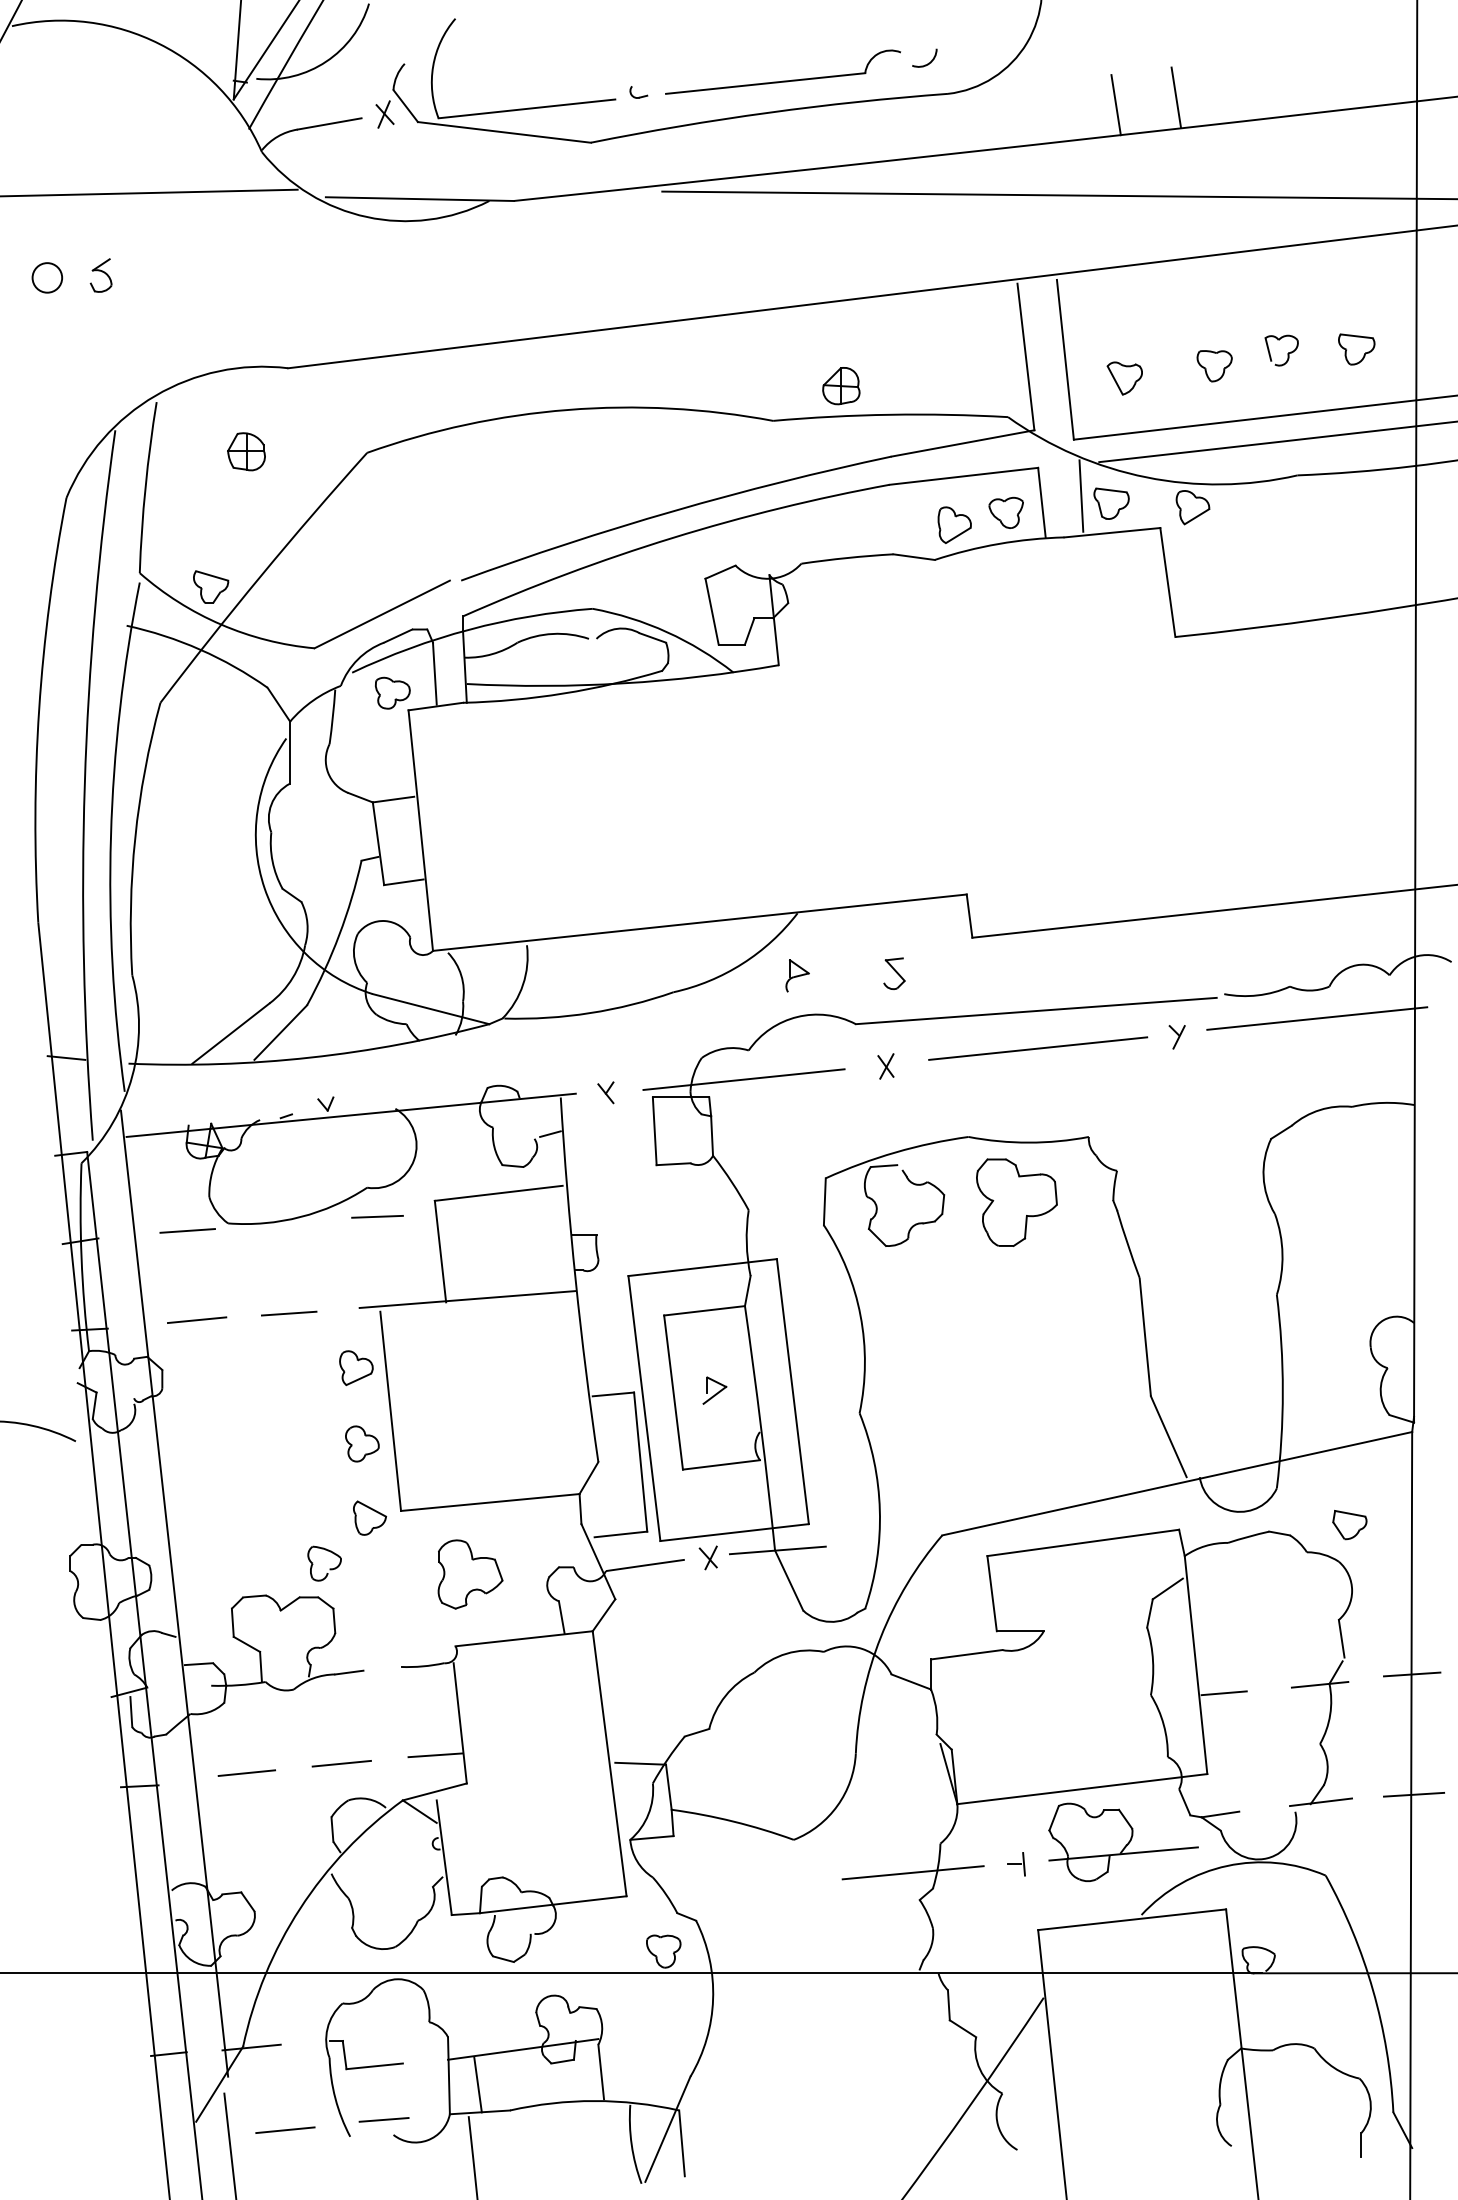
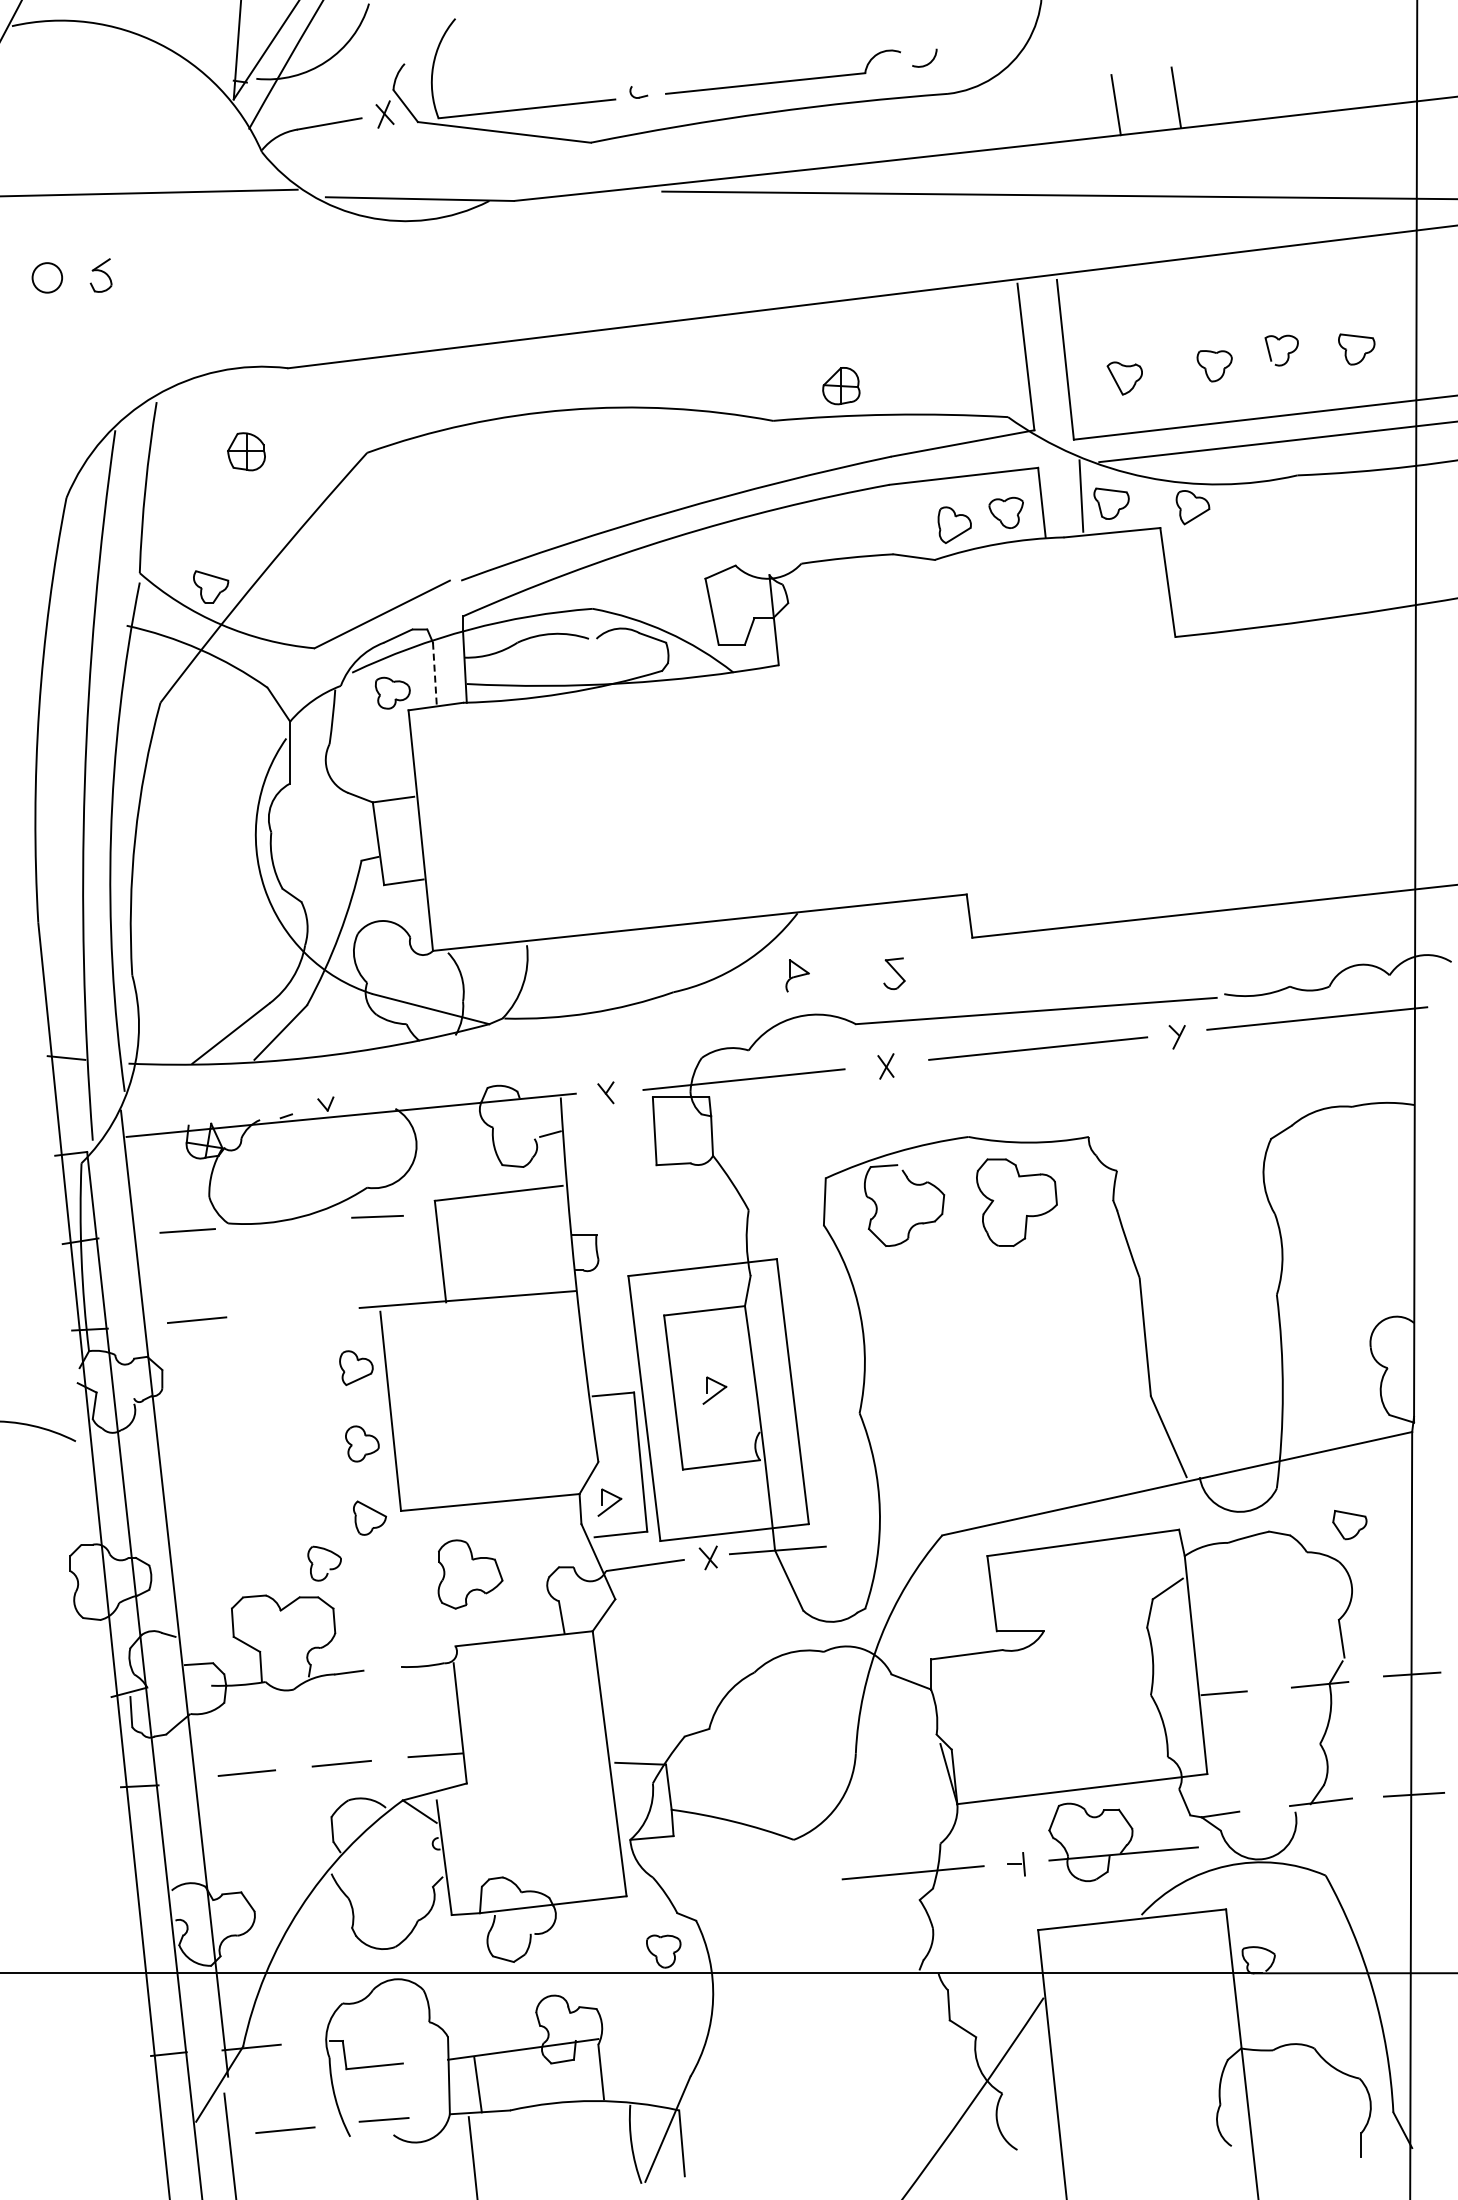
line at (434, 674): solid -> dashed
line at (288, 1313): present -> none
part at (609, 1502): none -> present
